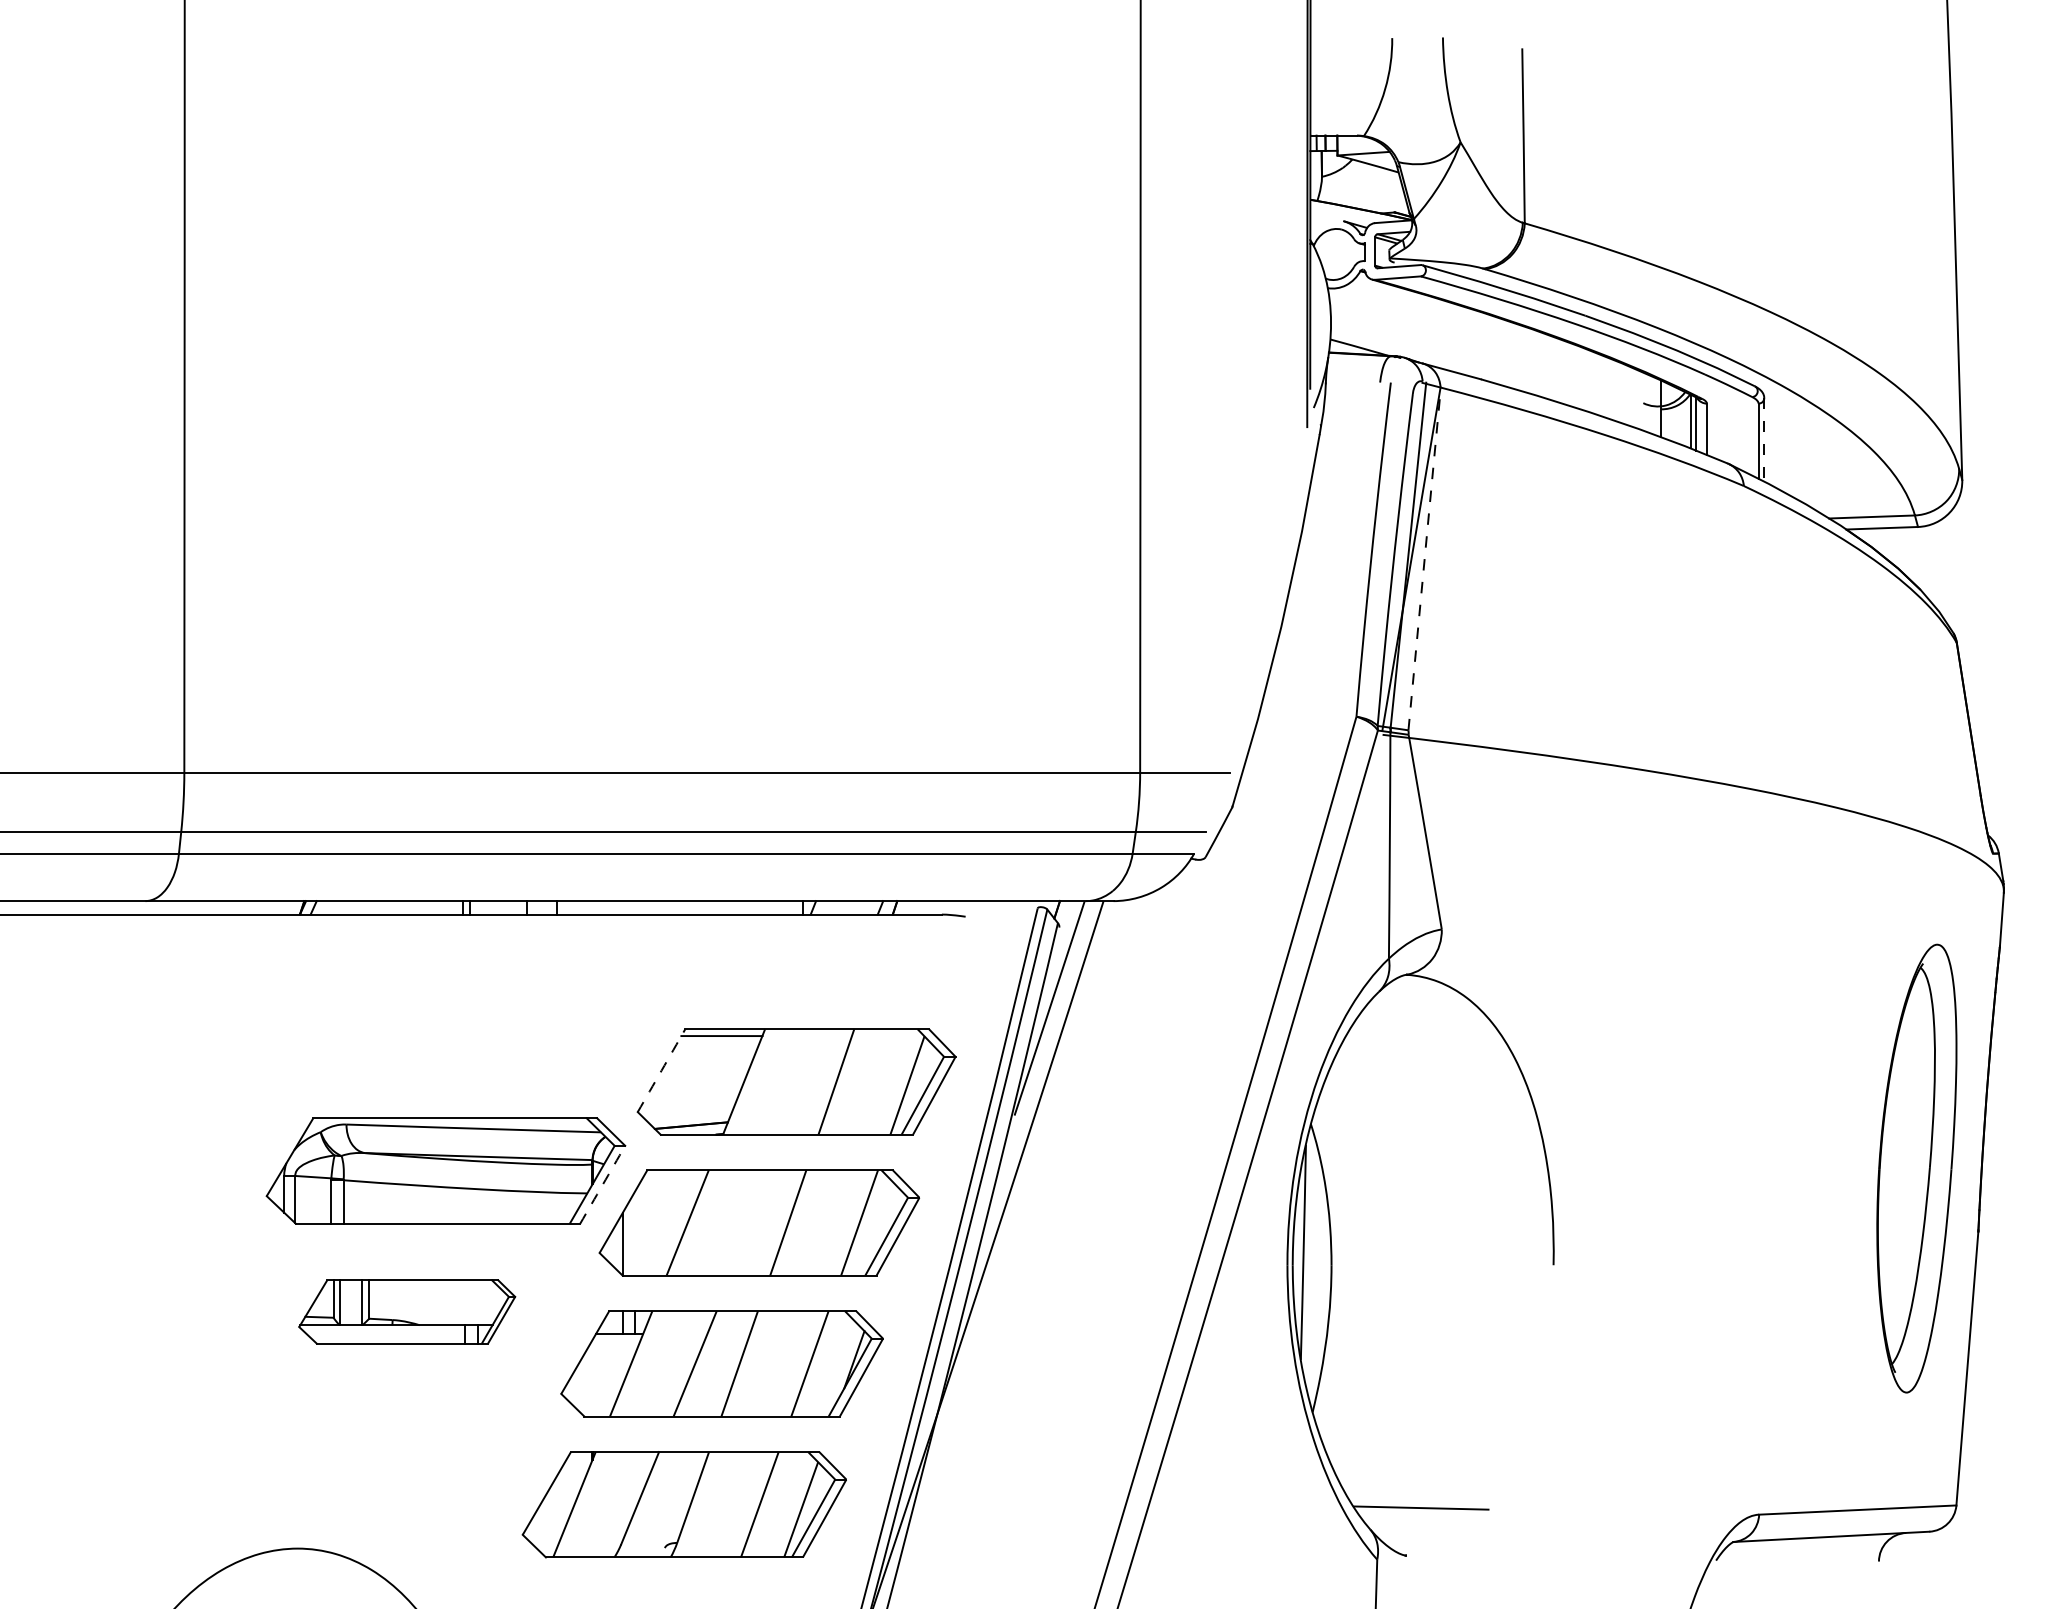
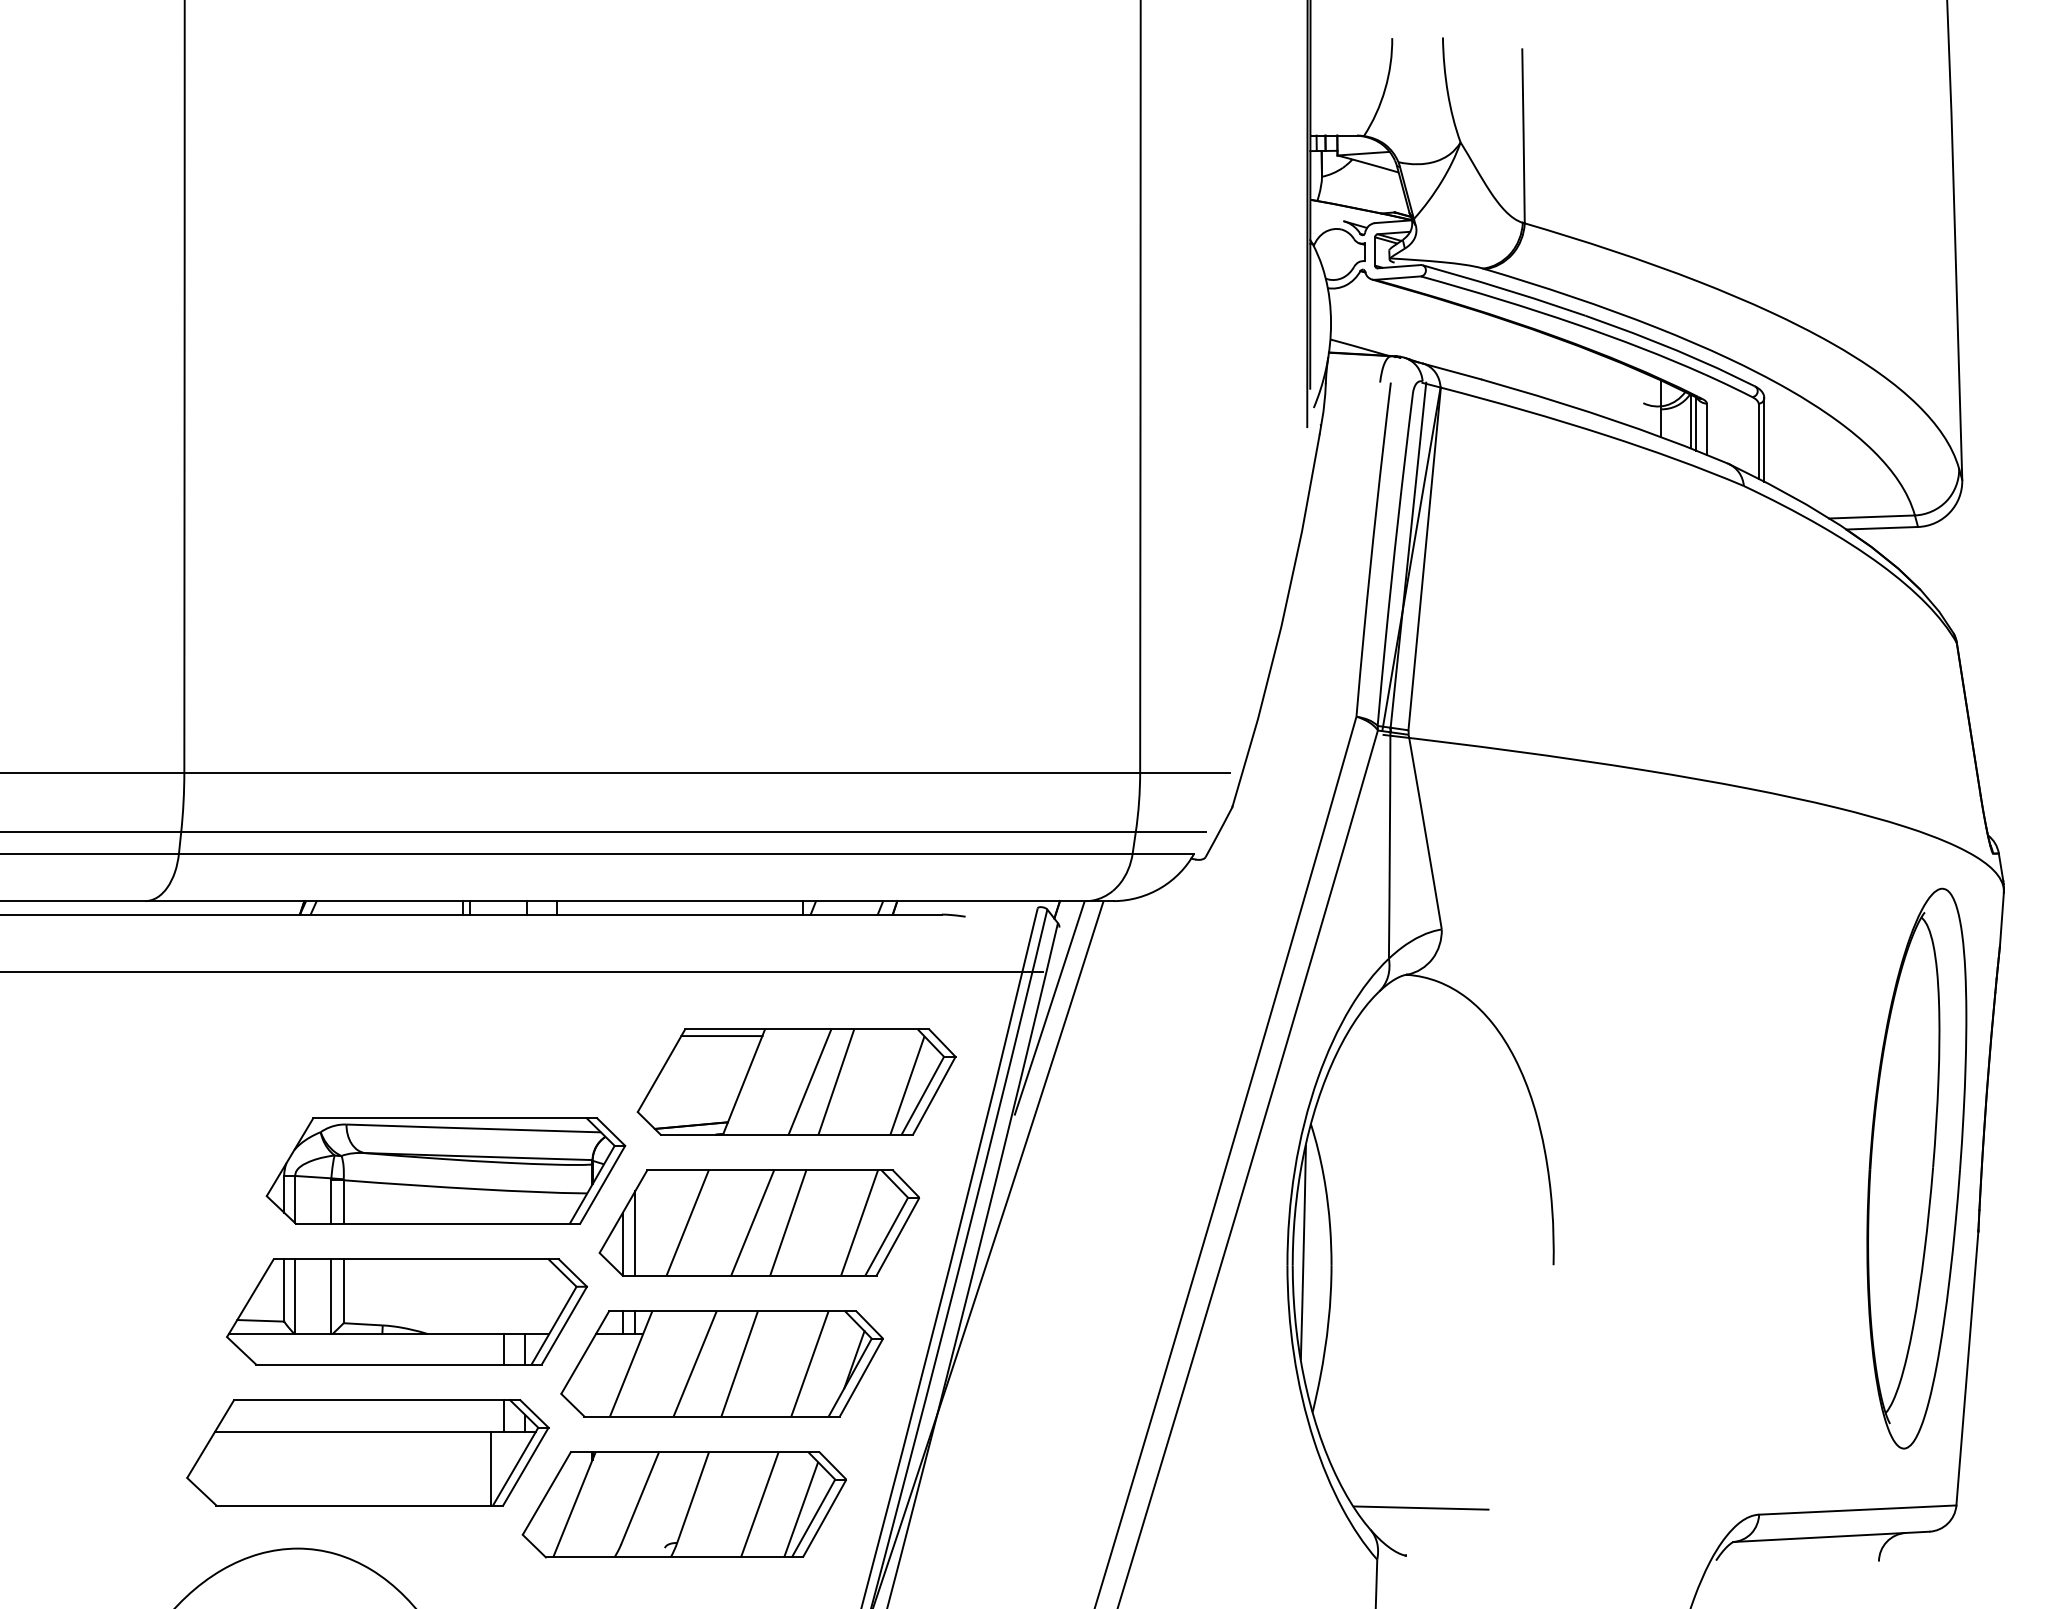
line at (1764, 439): dashed -> solid
line at (1424, 558): dashed -> solid
line at (522, 971): none -> present
arc at (661, 1070): dashed -> solid
line at (809, 1081): none -> present
part at (1916, 1168) size: 82x451 px -> 102x563 px
arc at (602, 1184): dashed -> solid
line at (752, 1222): none -> present
line at (635, 1233): none -> present
part at (407, 1311) size: 219x66 px -> 363x108 px
part at (367, 1452): none -> present
